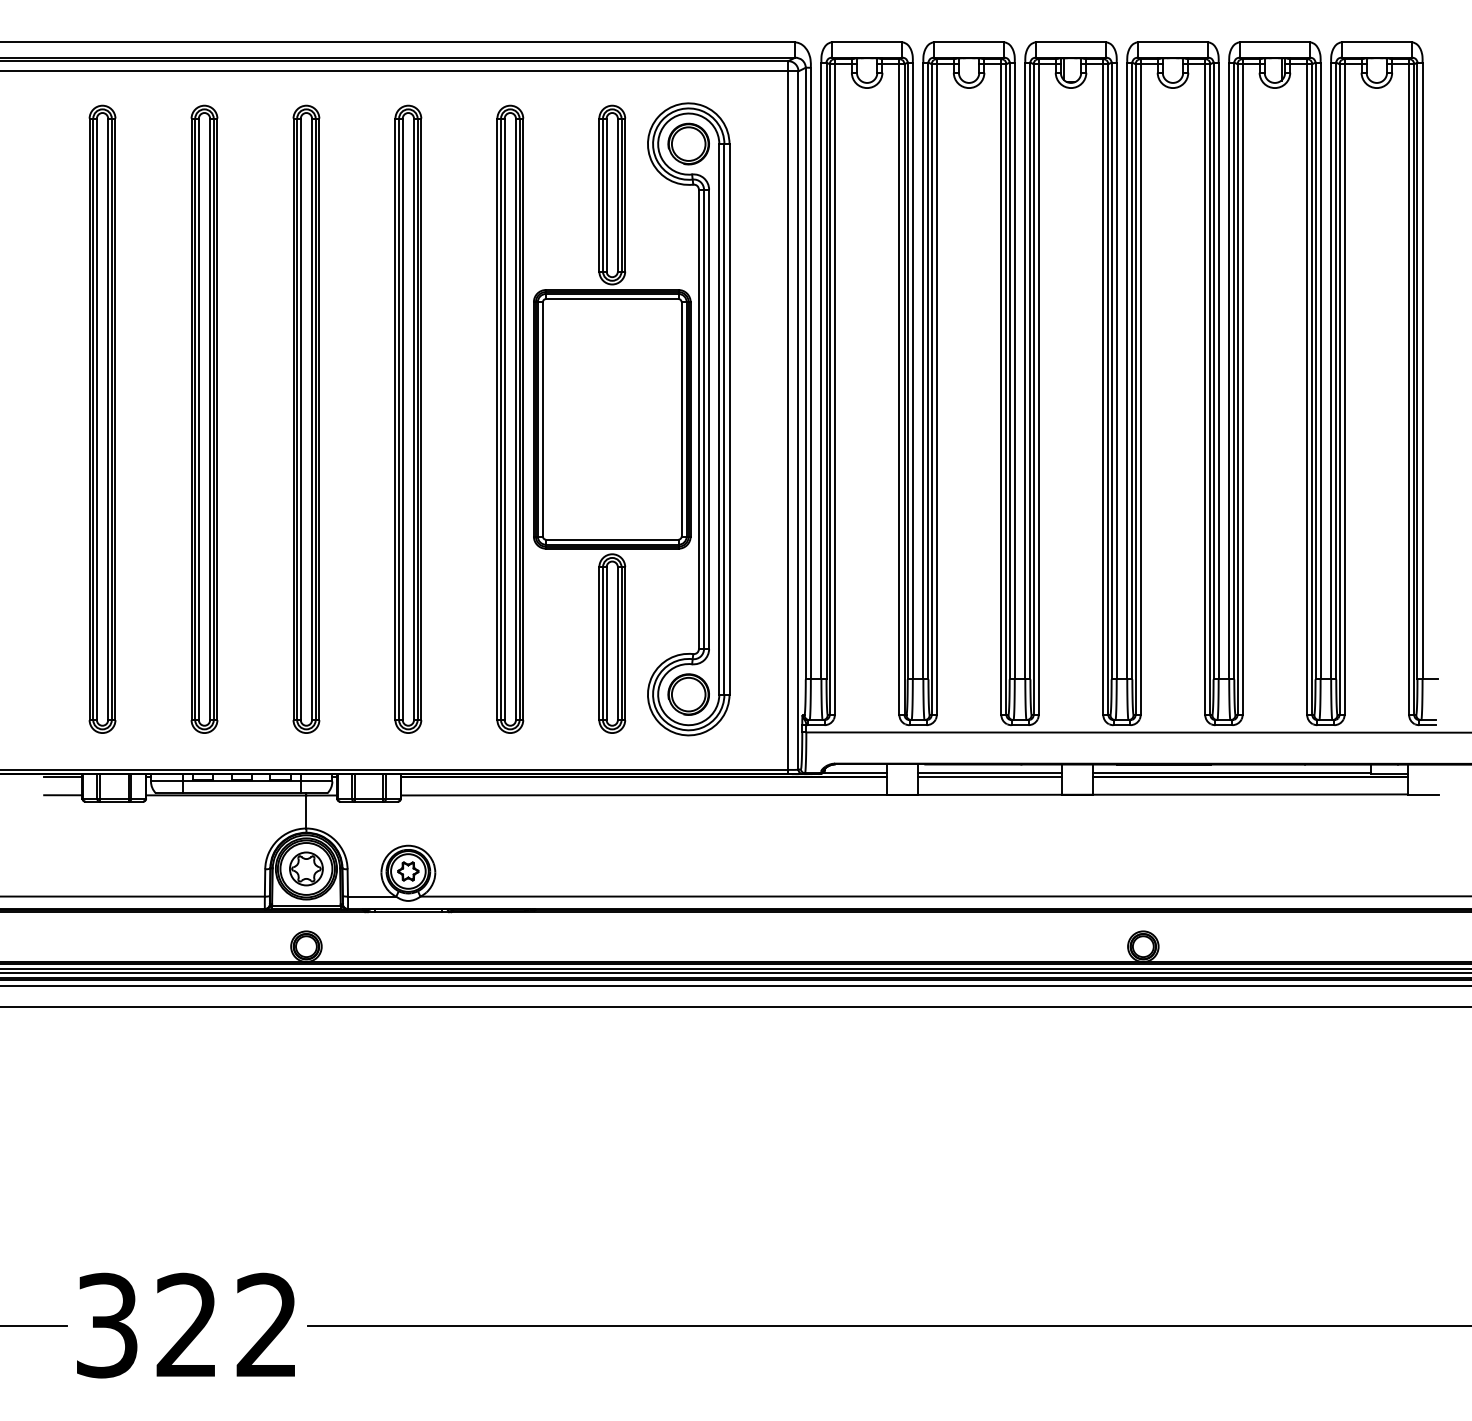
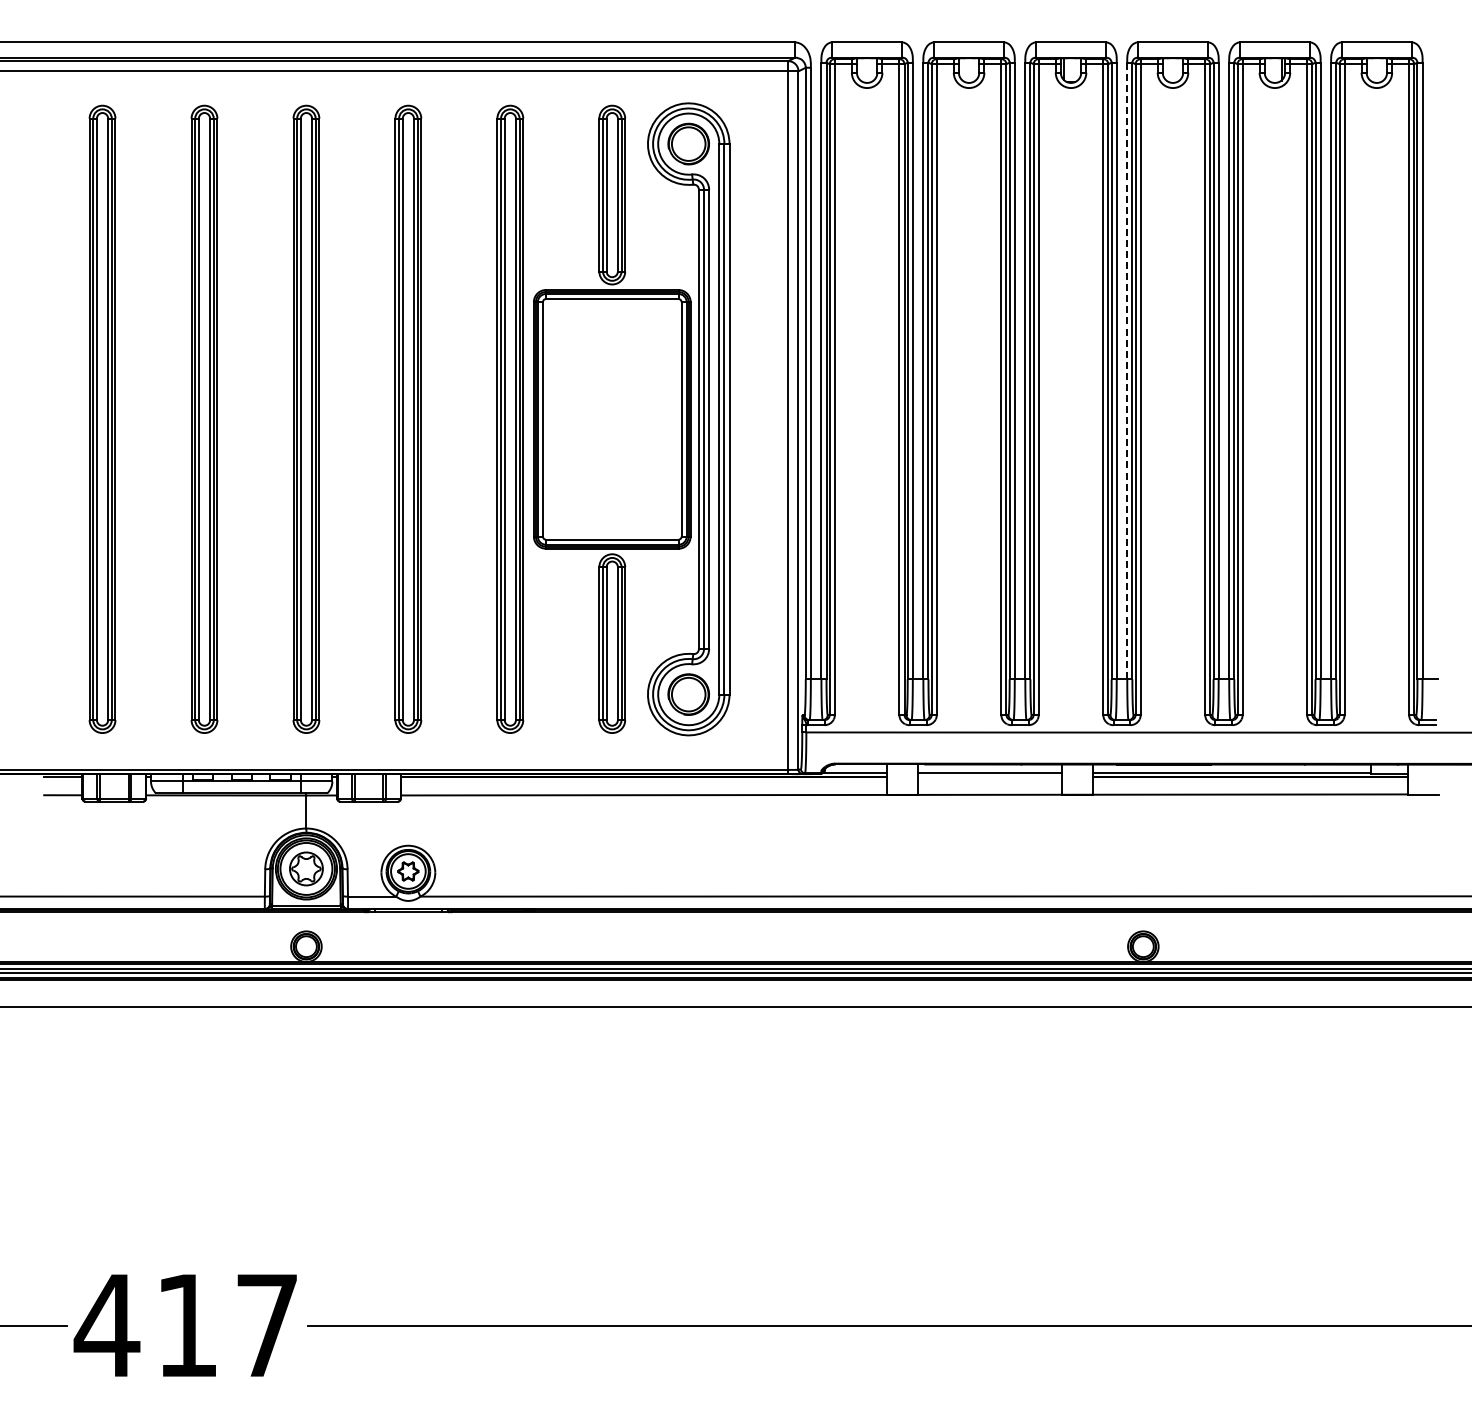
line at (1127, 371): solid -> dashed
line at (989, 776): present -> none
line at (735, 986): present -> none
text at (184, 1325): 322 -> 417
